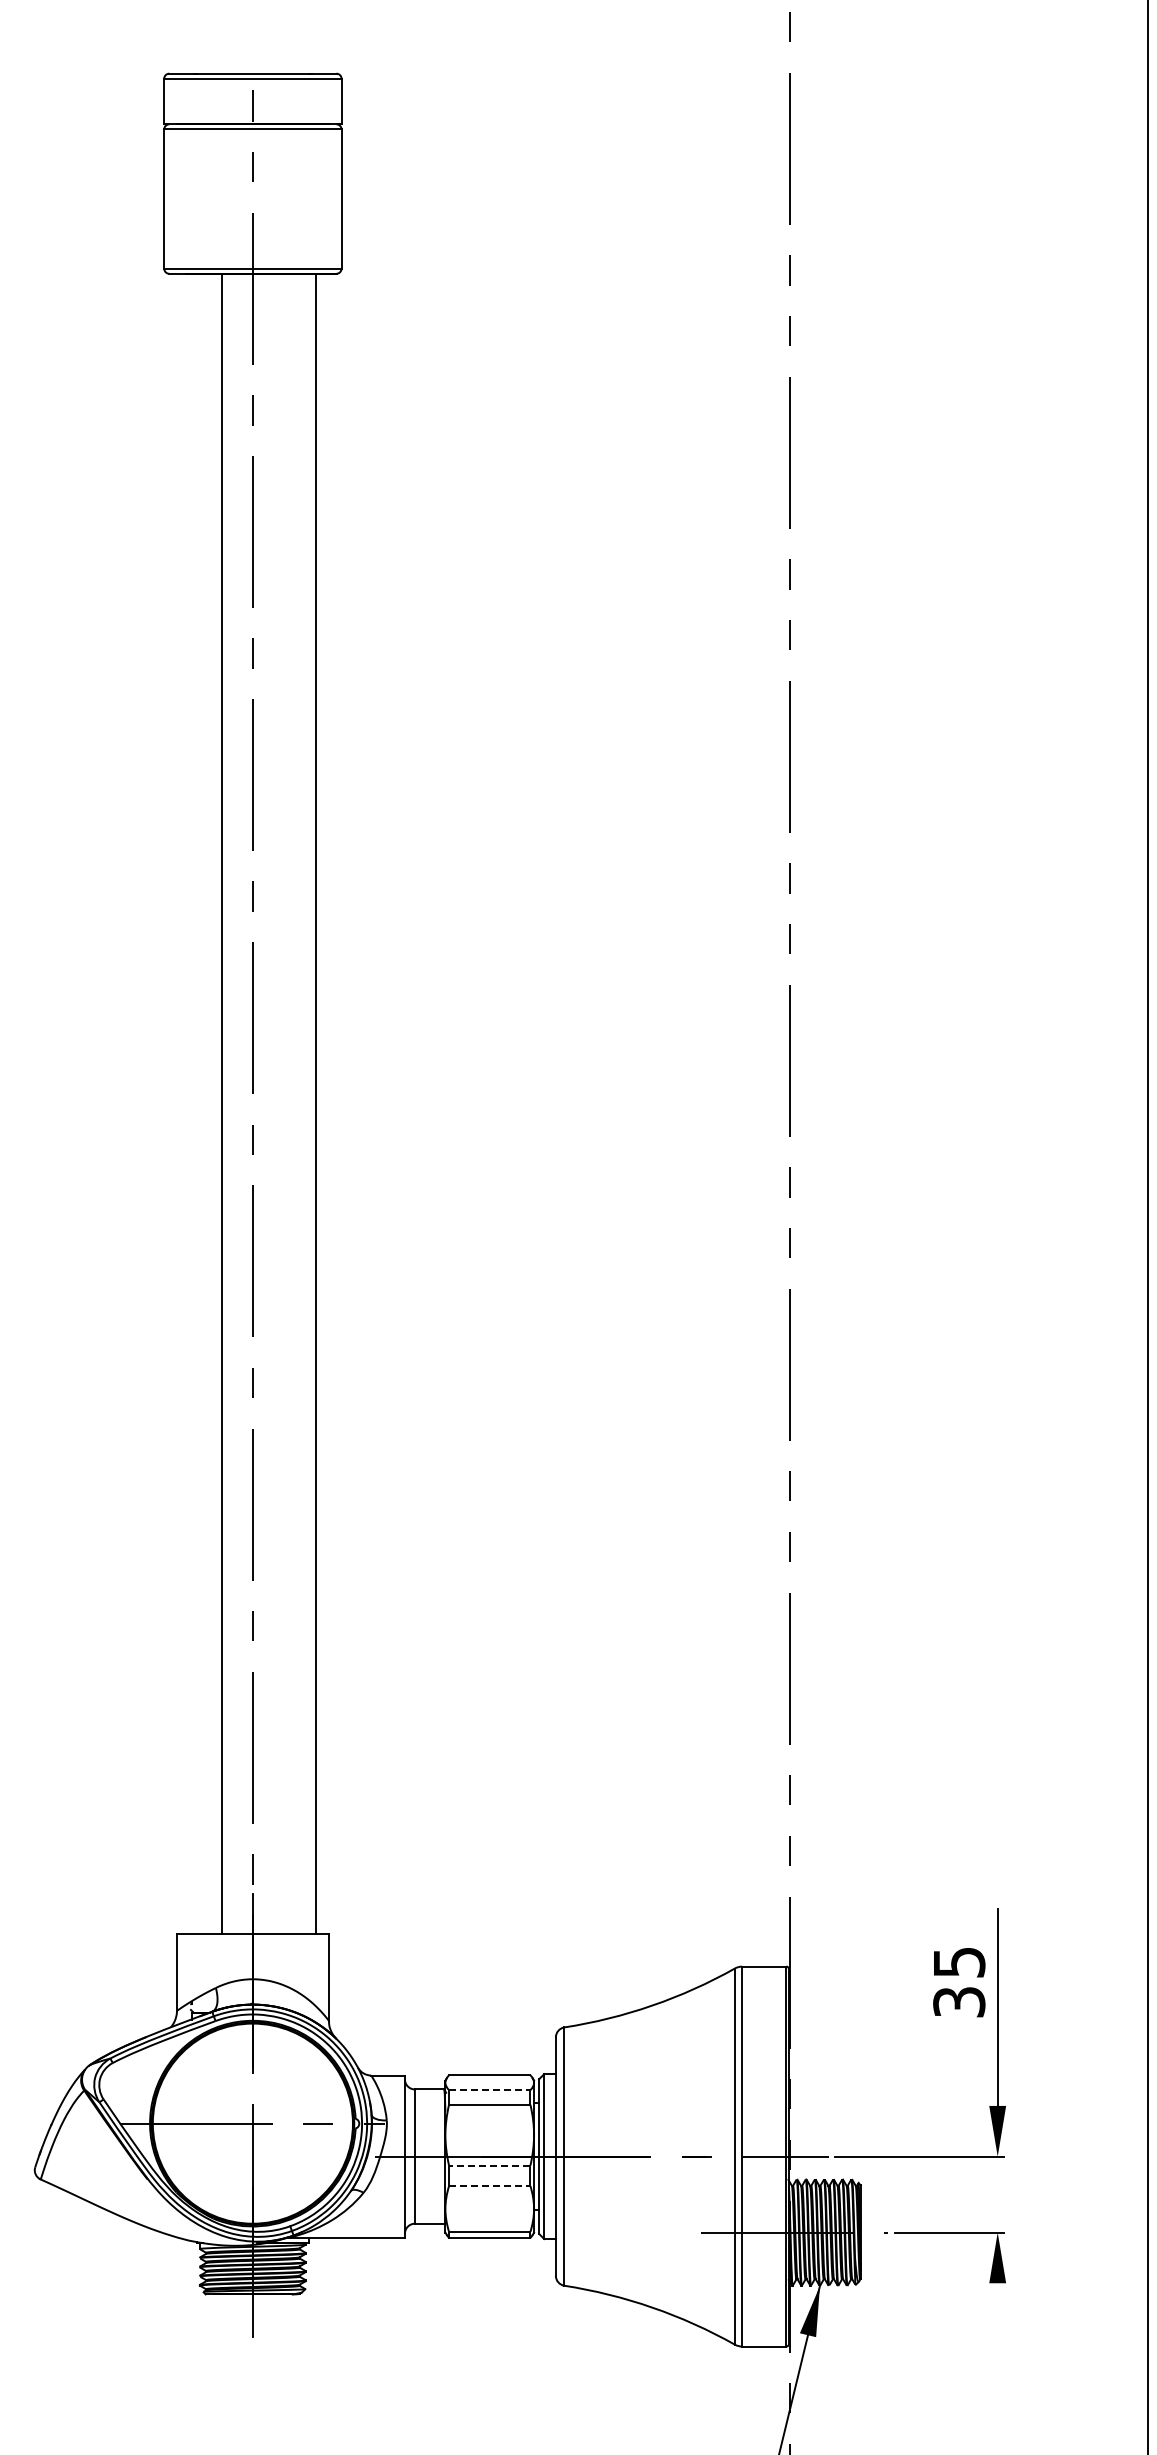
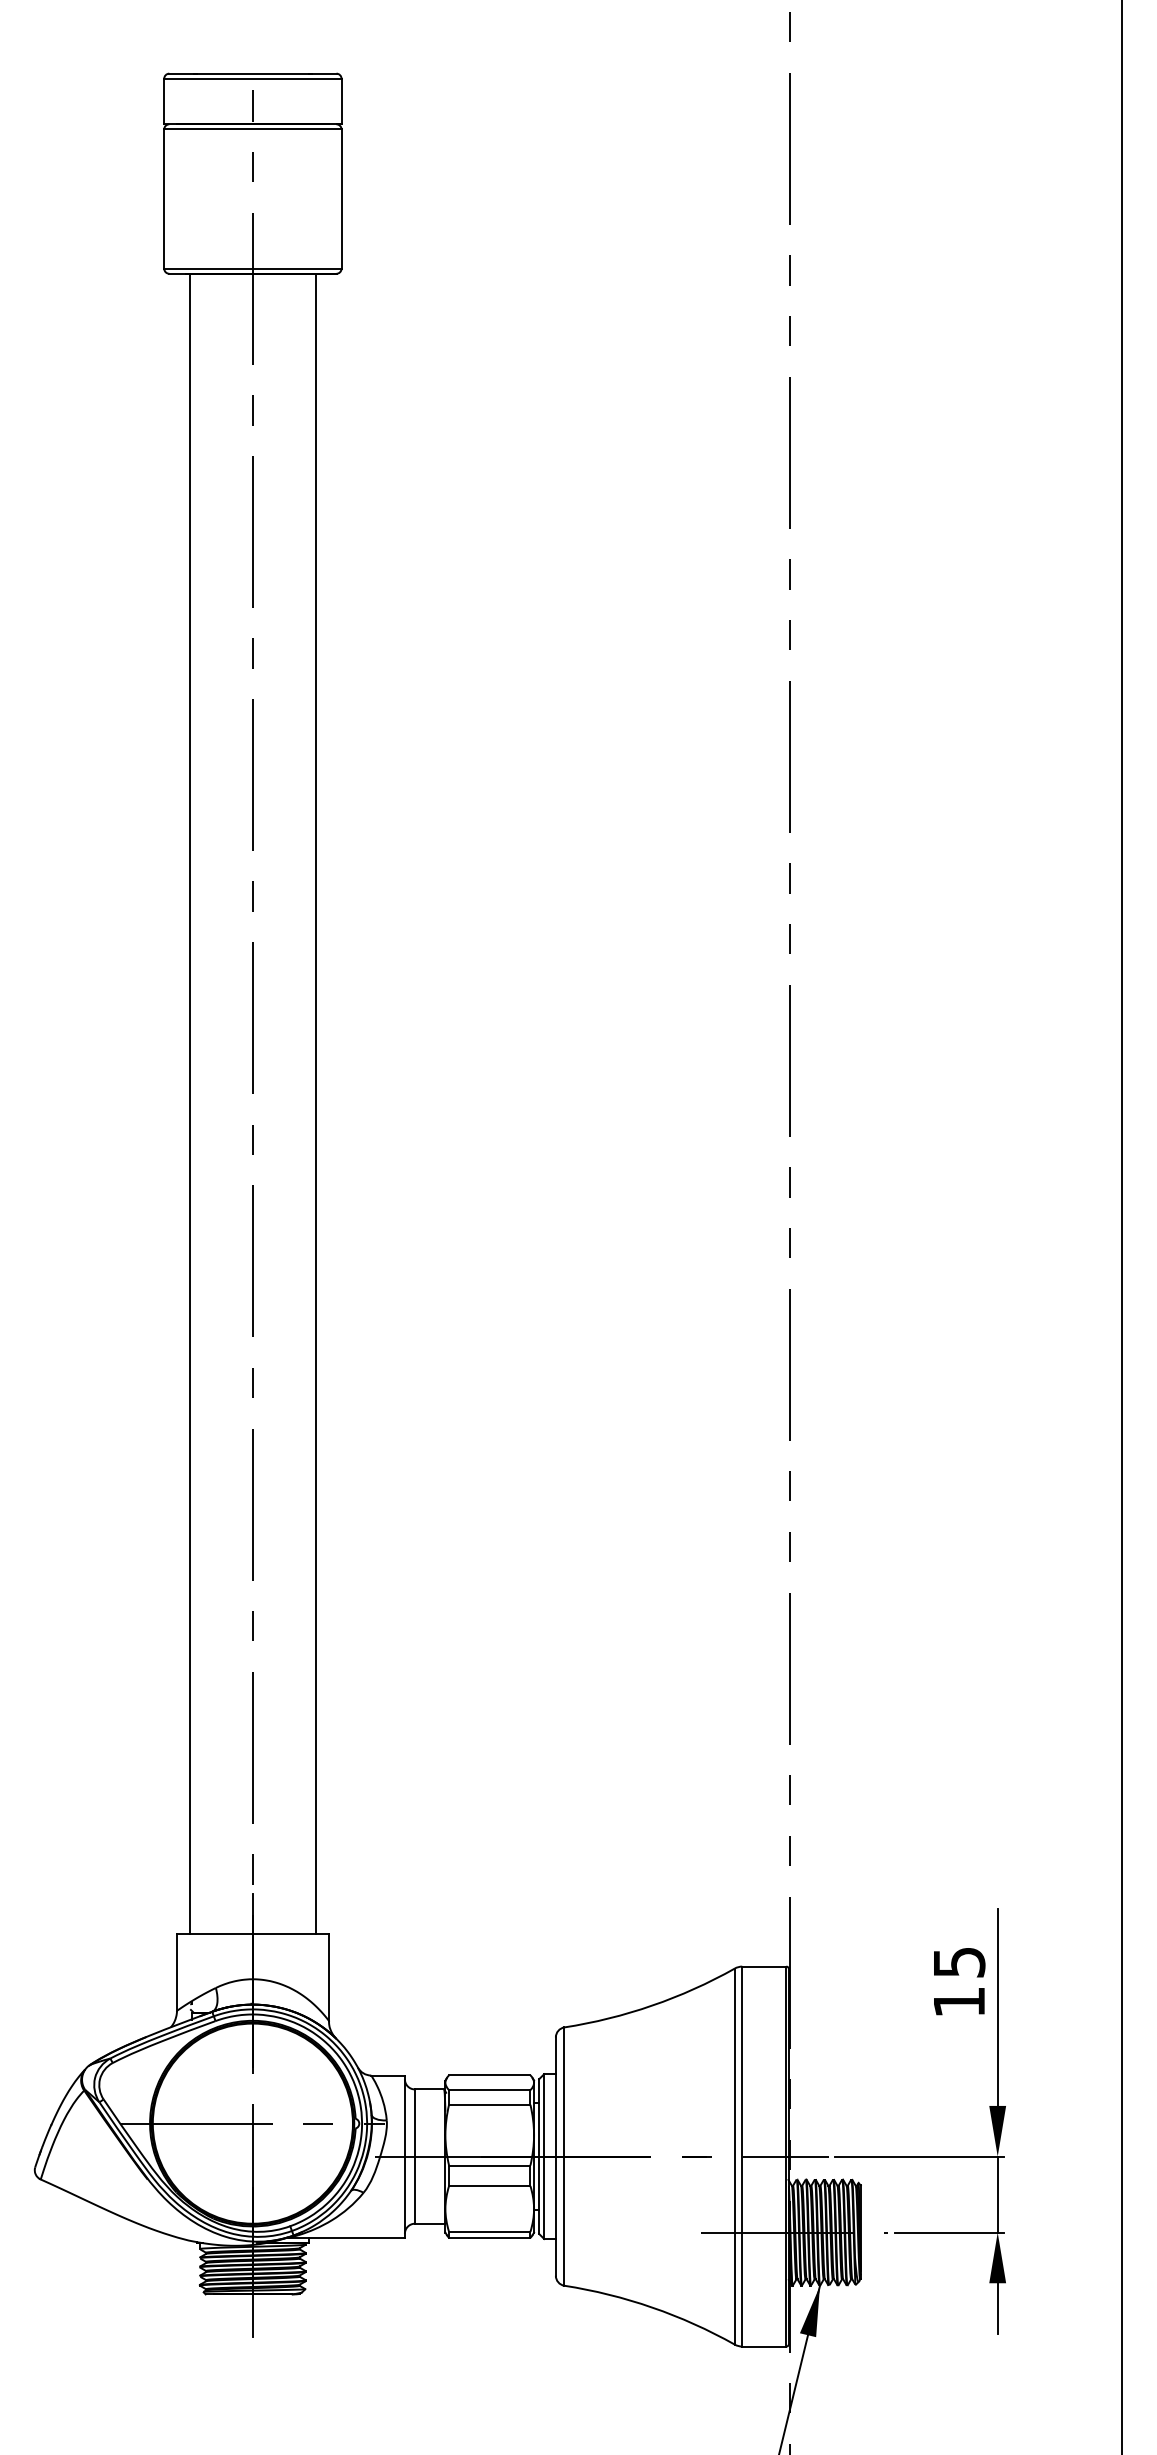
line at (221, 1103) position: (221, 1103) -> (189, 1103)
line at (1148, 1226) position: (1148, 1226) -> (1122, 1226)
text at (959, 2002): 35 -> 15
line at (489, 2090): dashed -> solid
line at (489, 2165): dashed -> solid
line at (489, 2186): dashed -> solid
line at (997, 2194): none -> present
line at (997, 2308): none -> present
